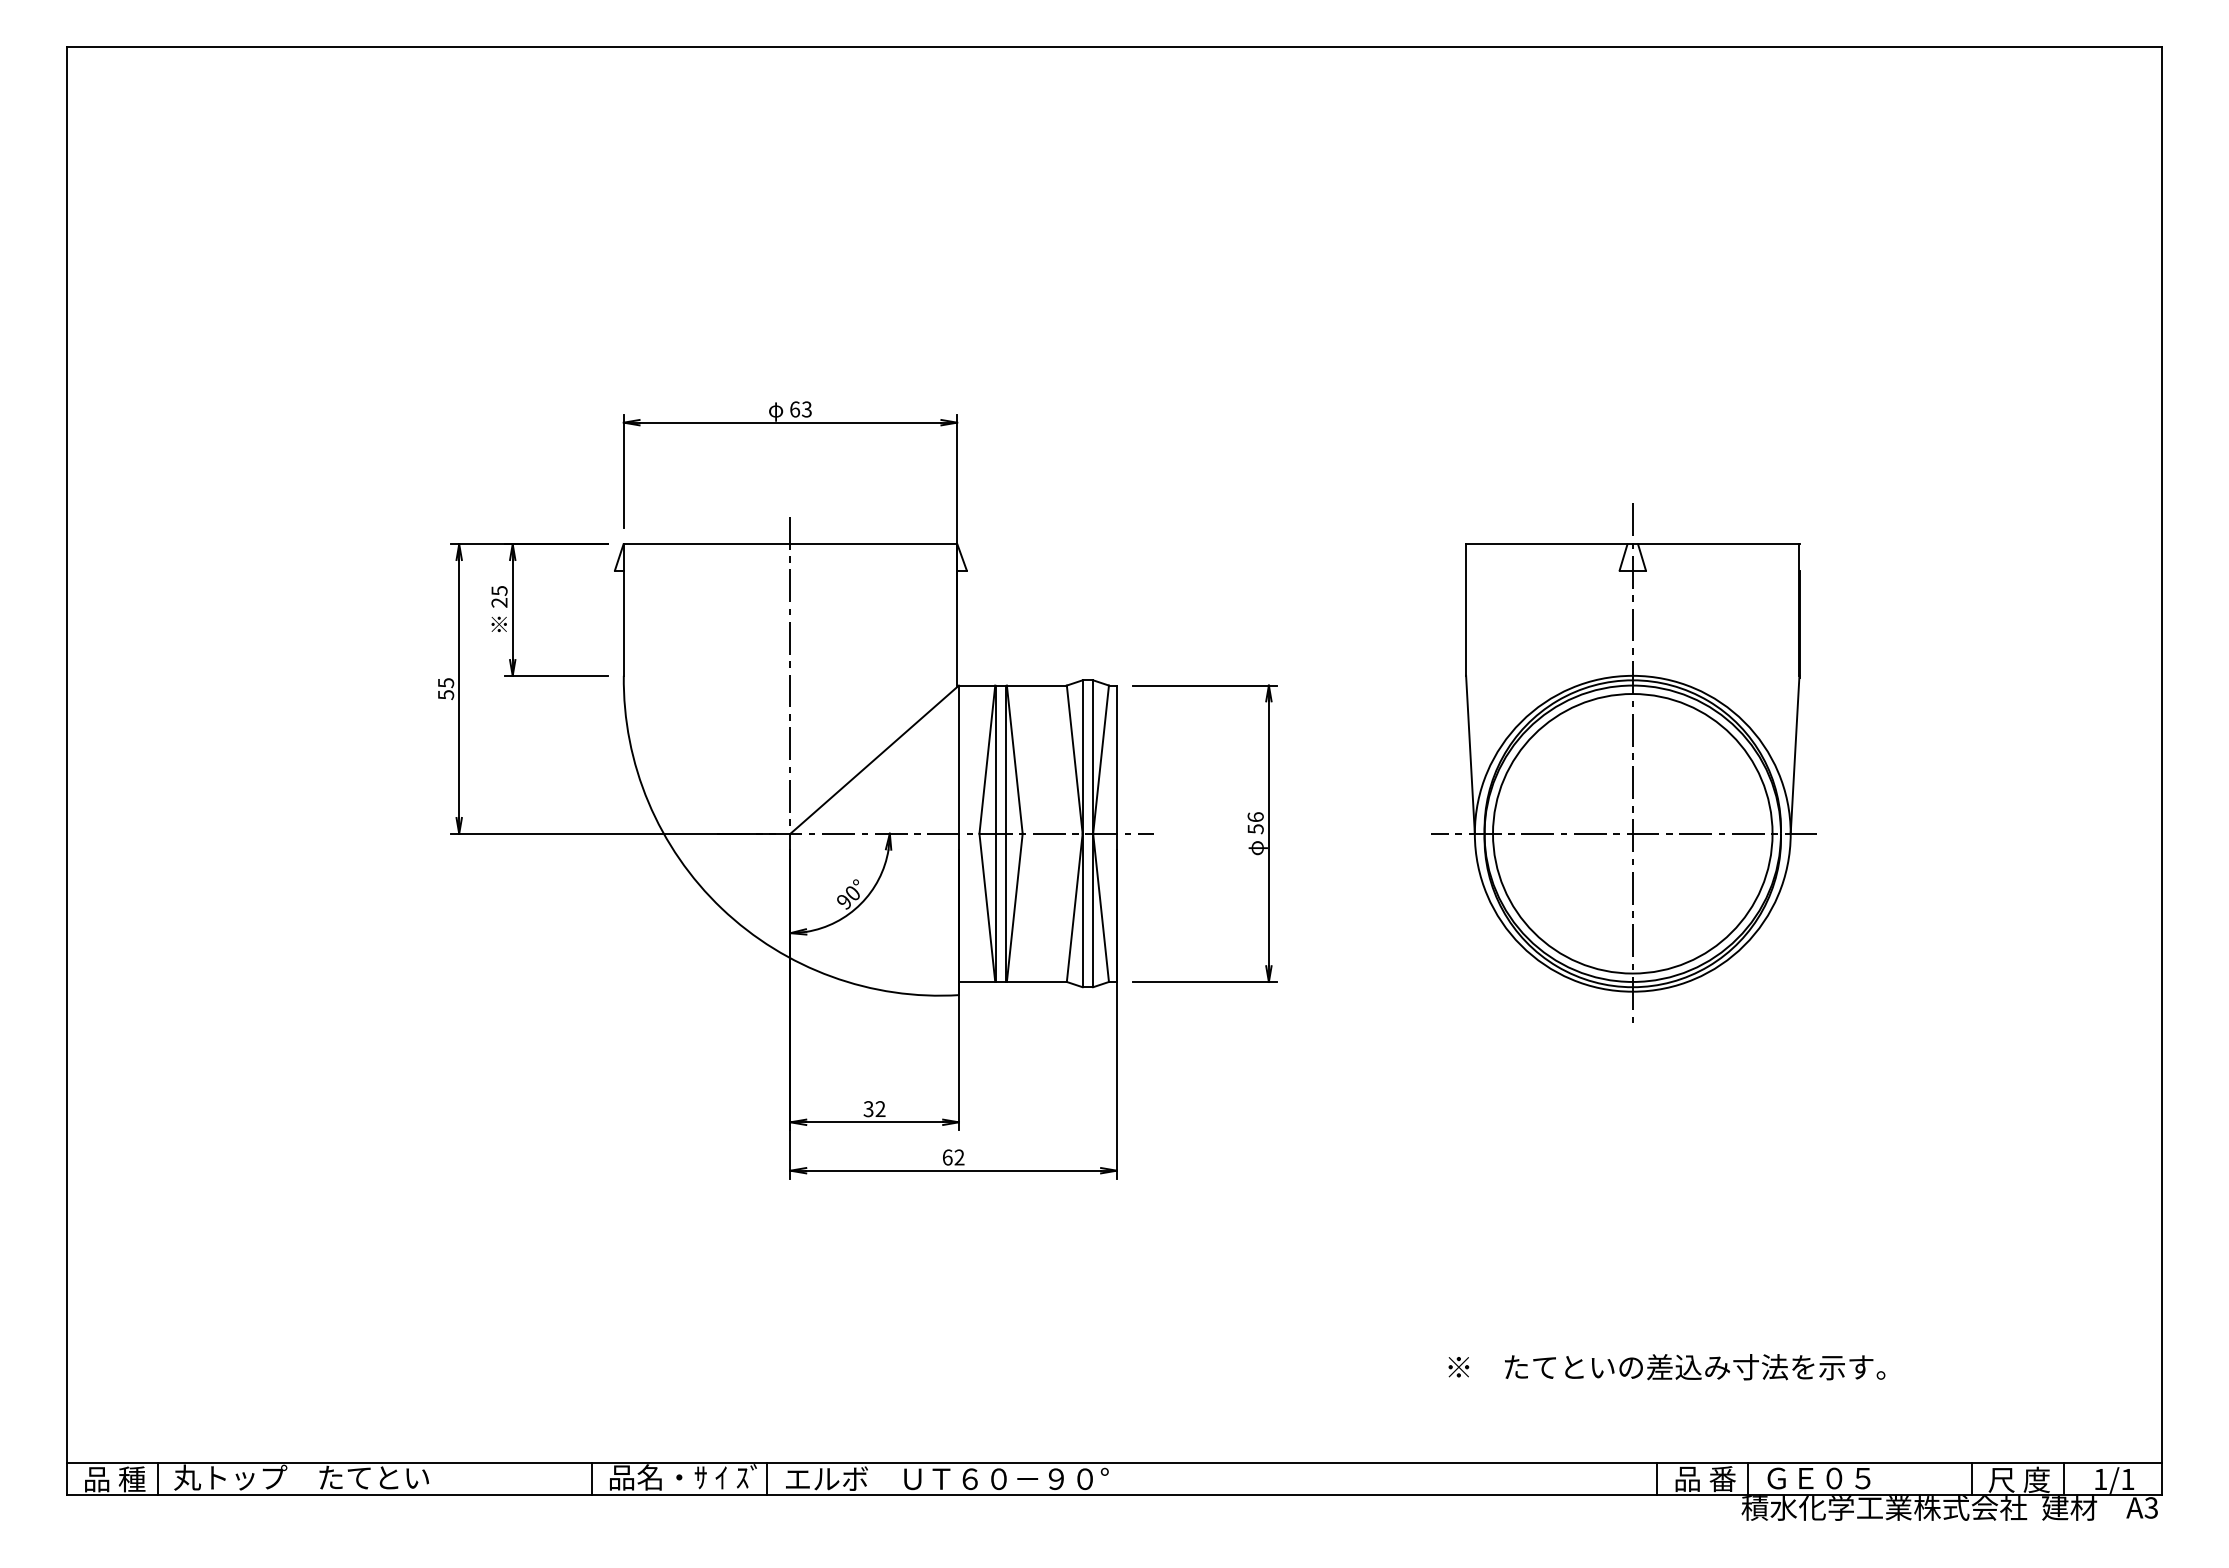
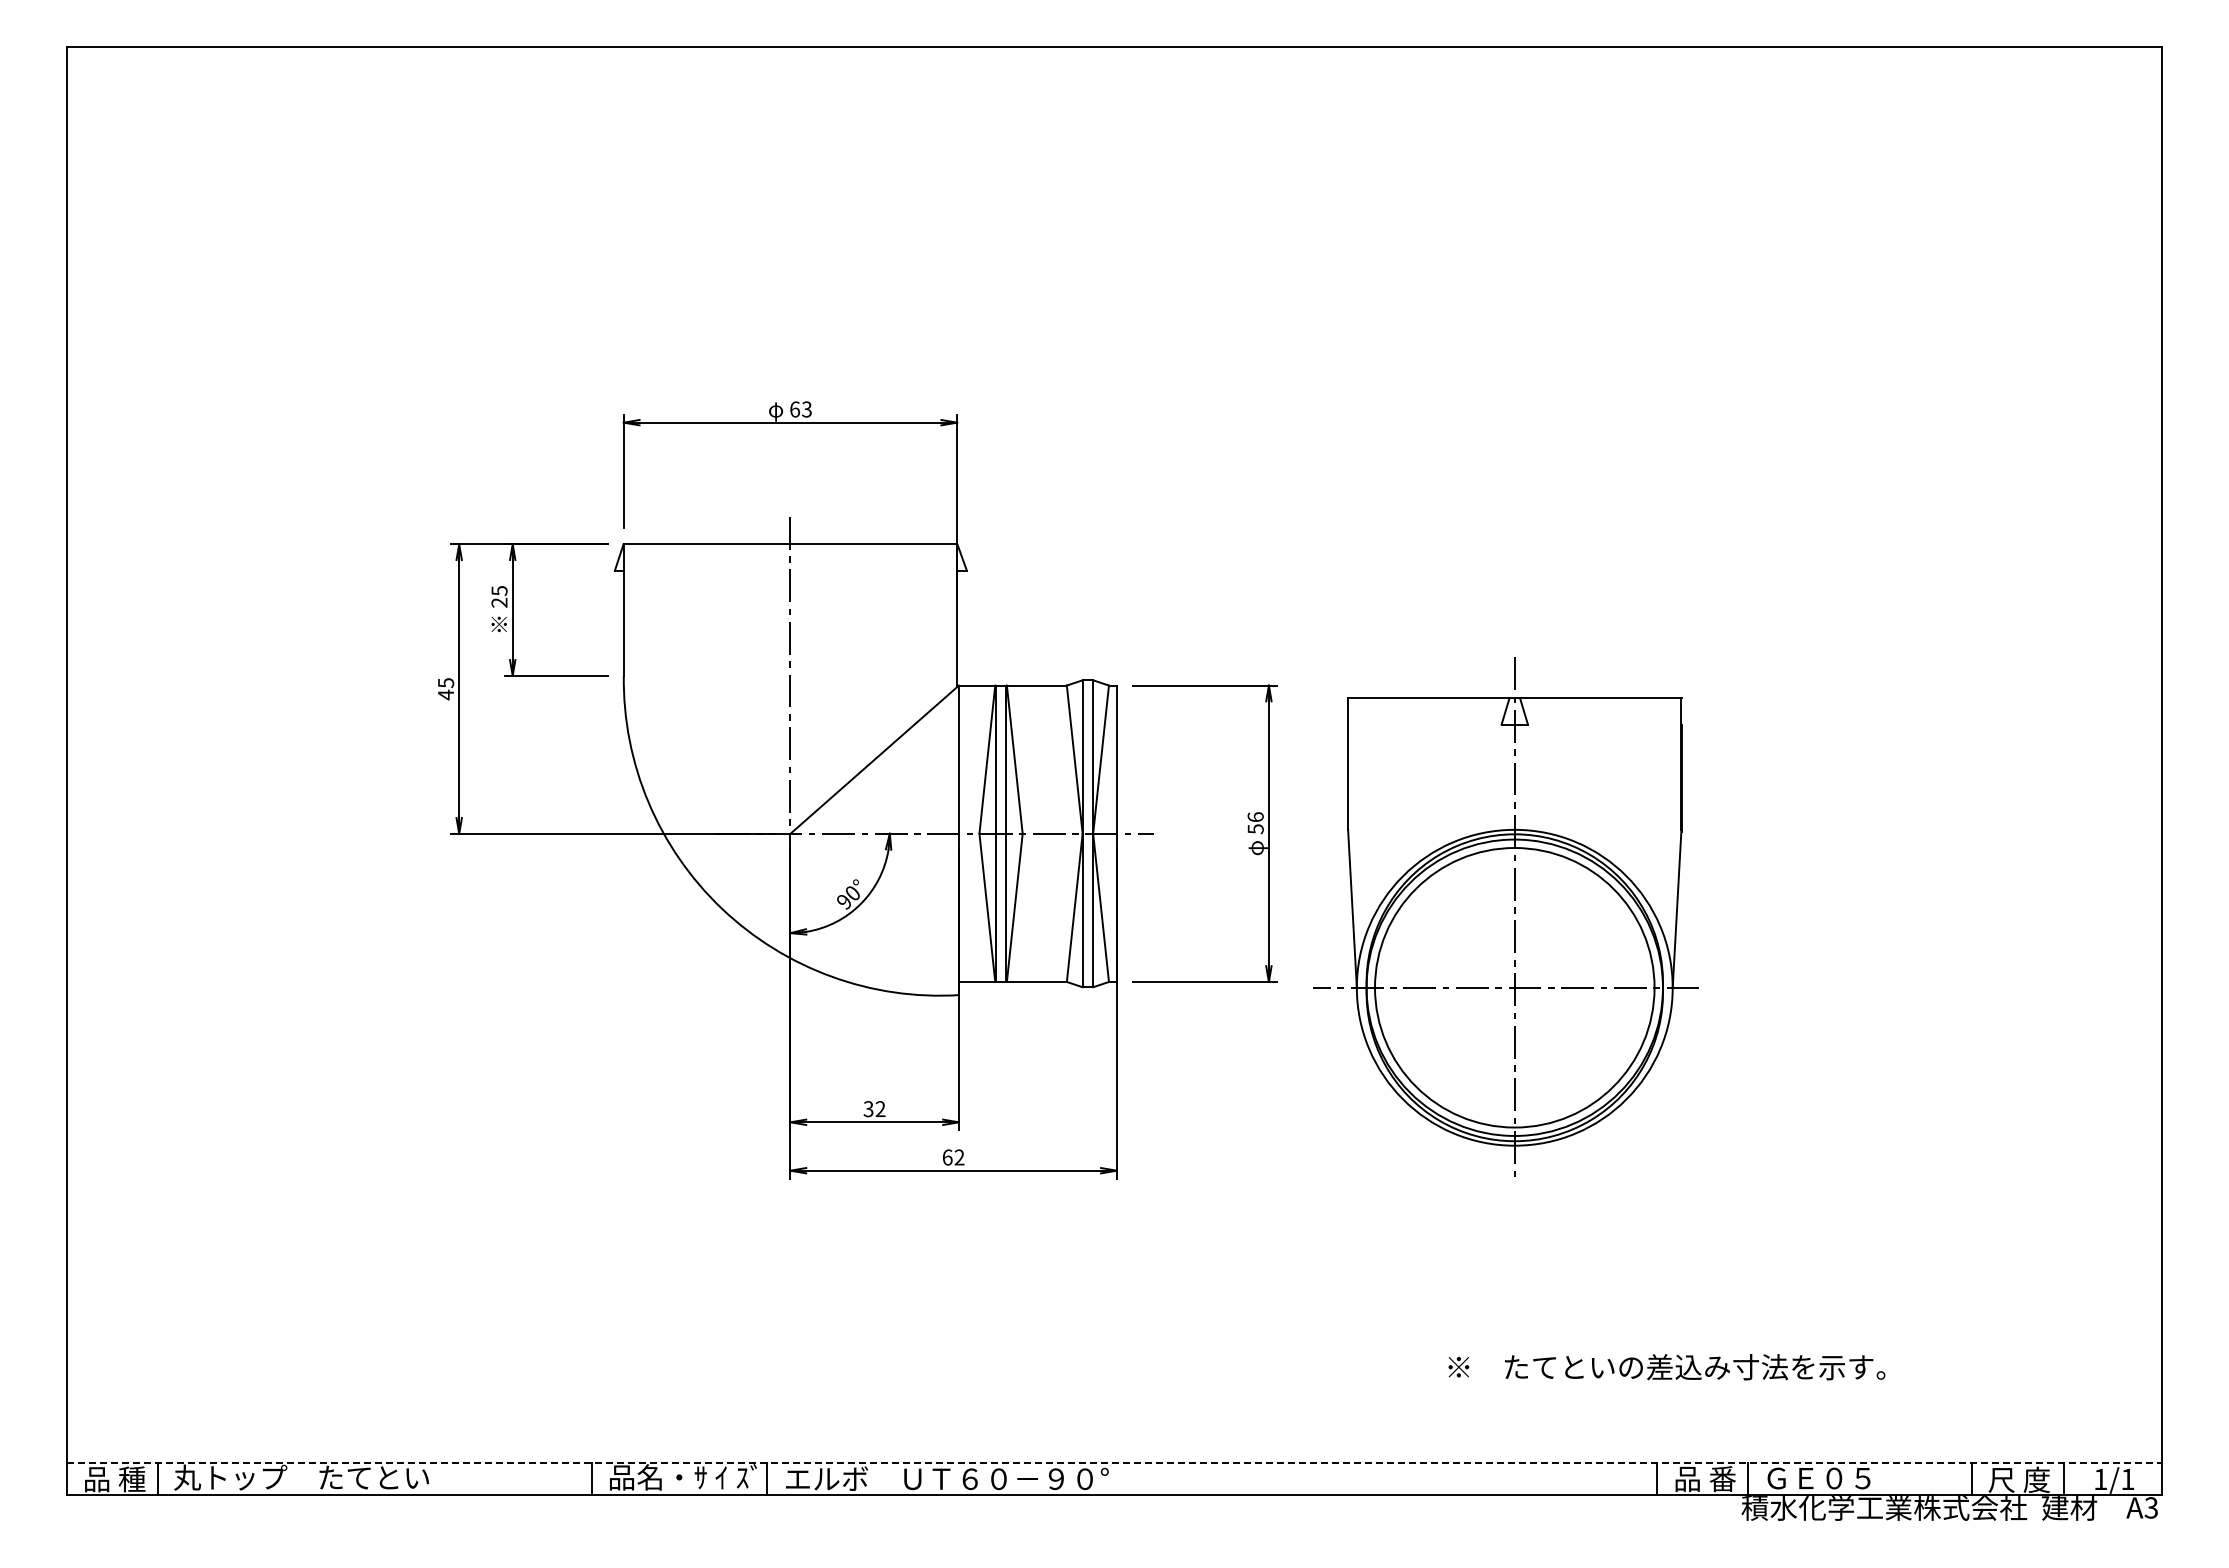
text at (446, 694): 55 -> 45
part at (1623, 762) position: (1623, 762) -> (1505, 916)
line at (1114, 1463): solid -> dashed
